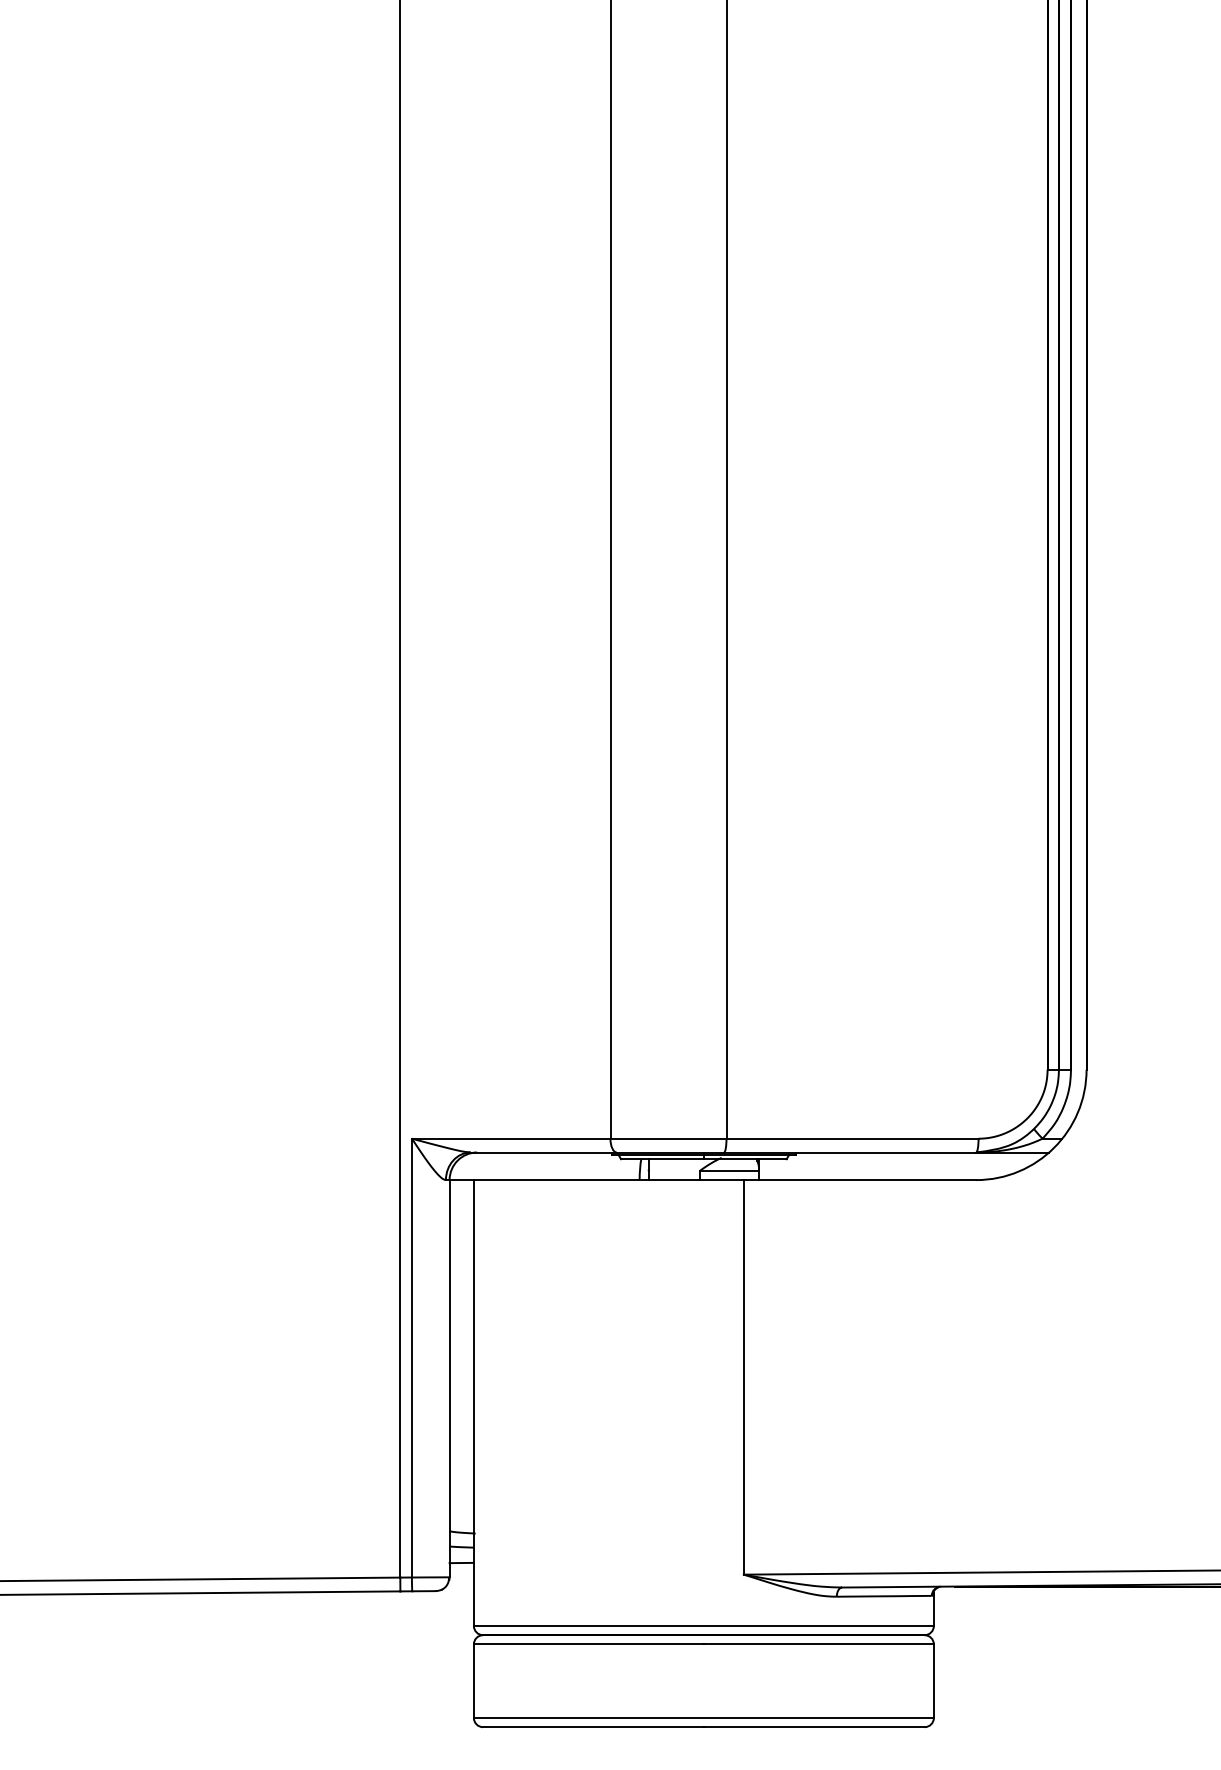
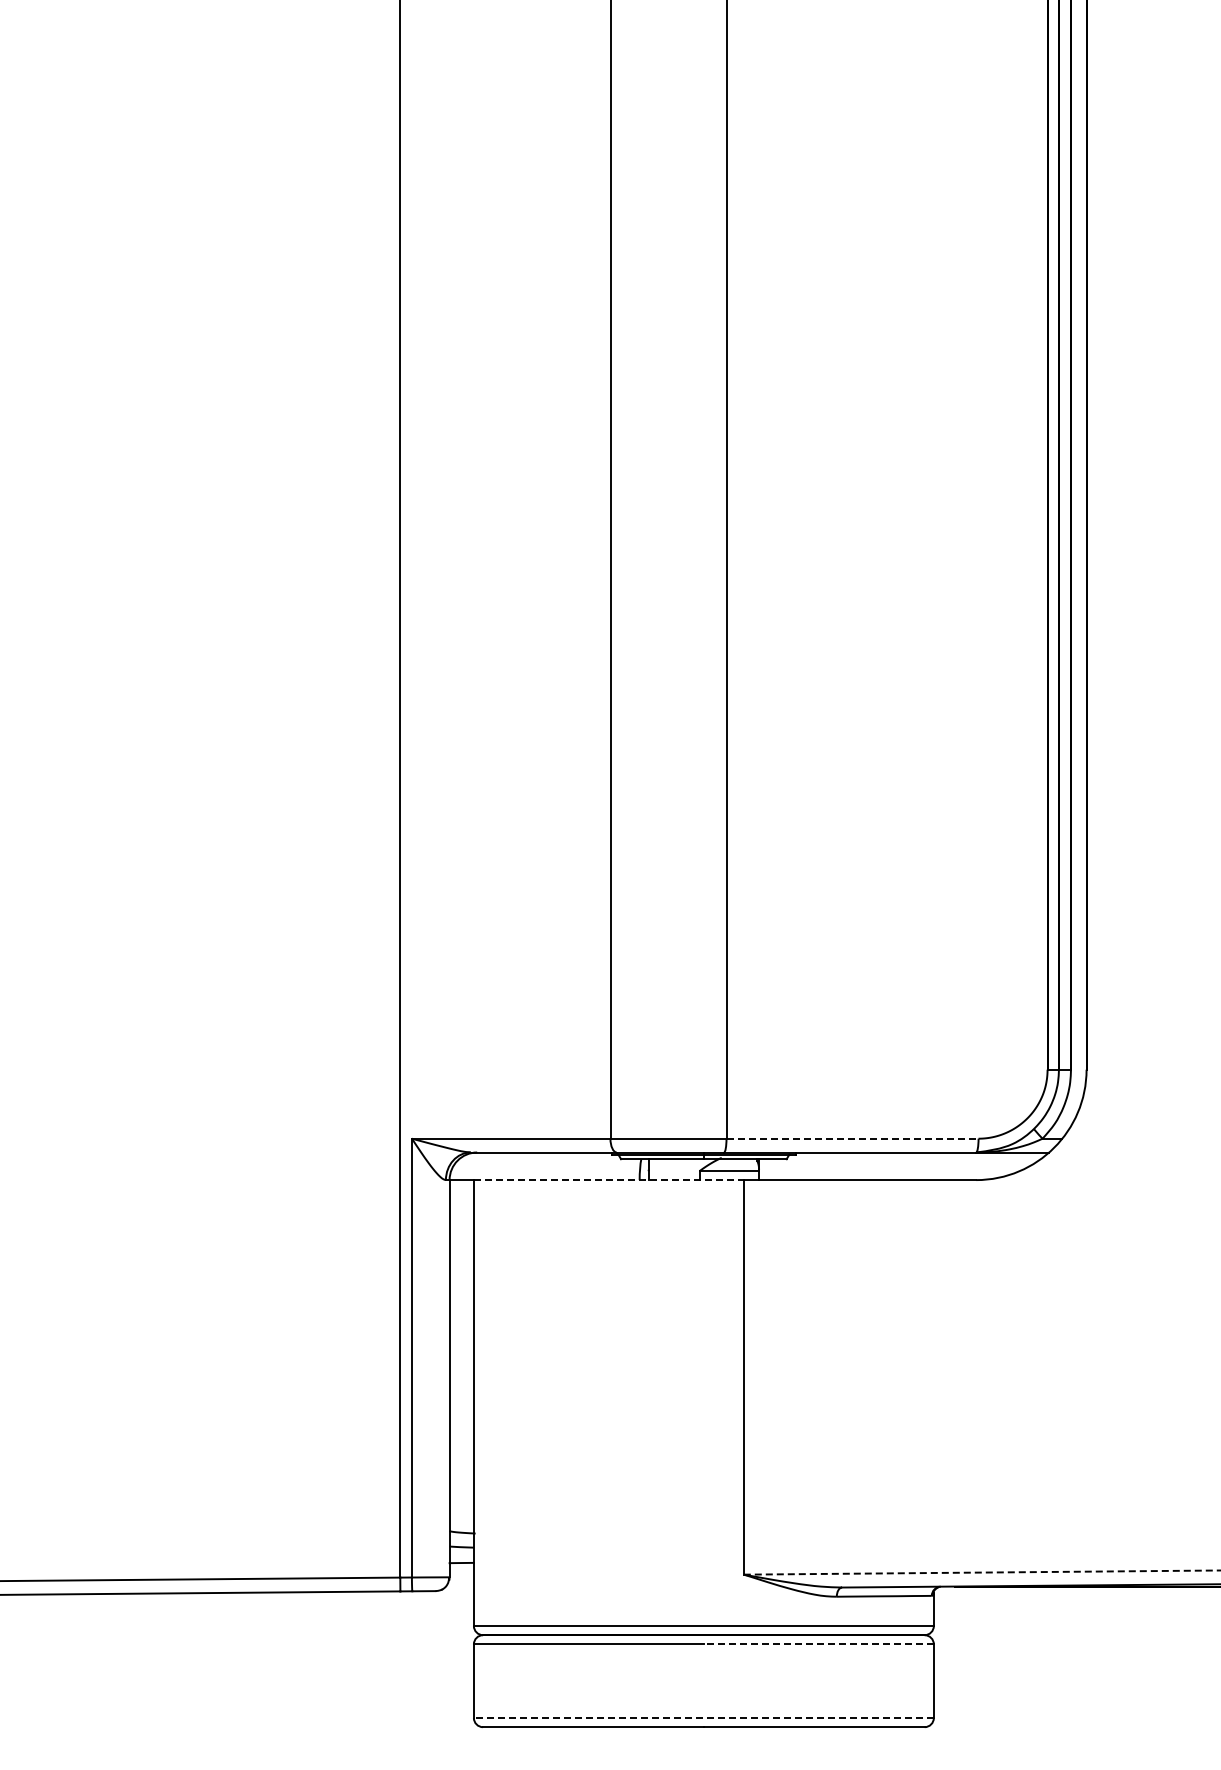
line at (853, 1138): solid -> dashed
line at (608, 1180): solid -> dashed
line at (982, 1572): solid -> dashed
line at (818, 1644): solid -> dashed
line at (703, 1717): solid -> dashed
